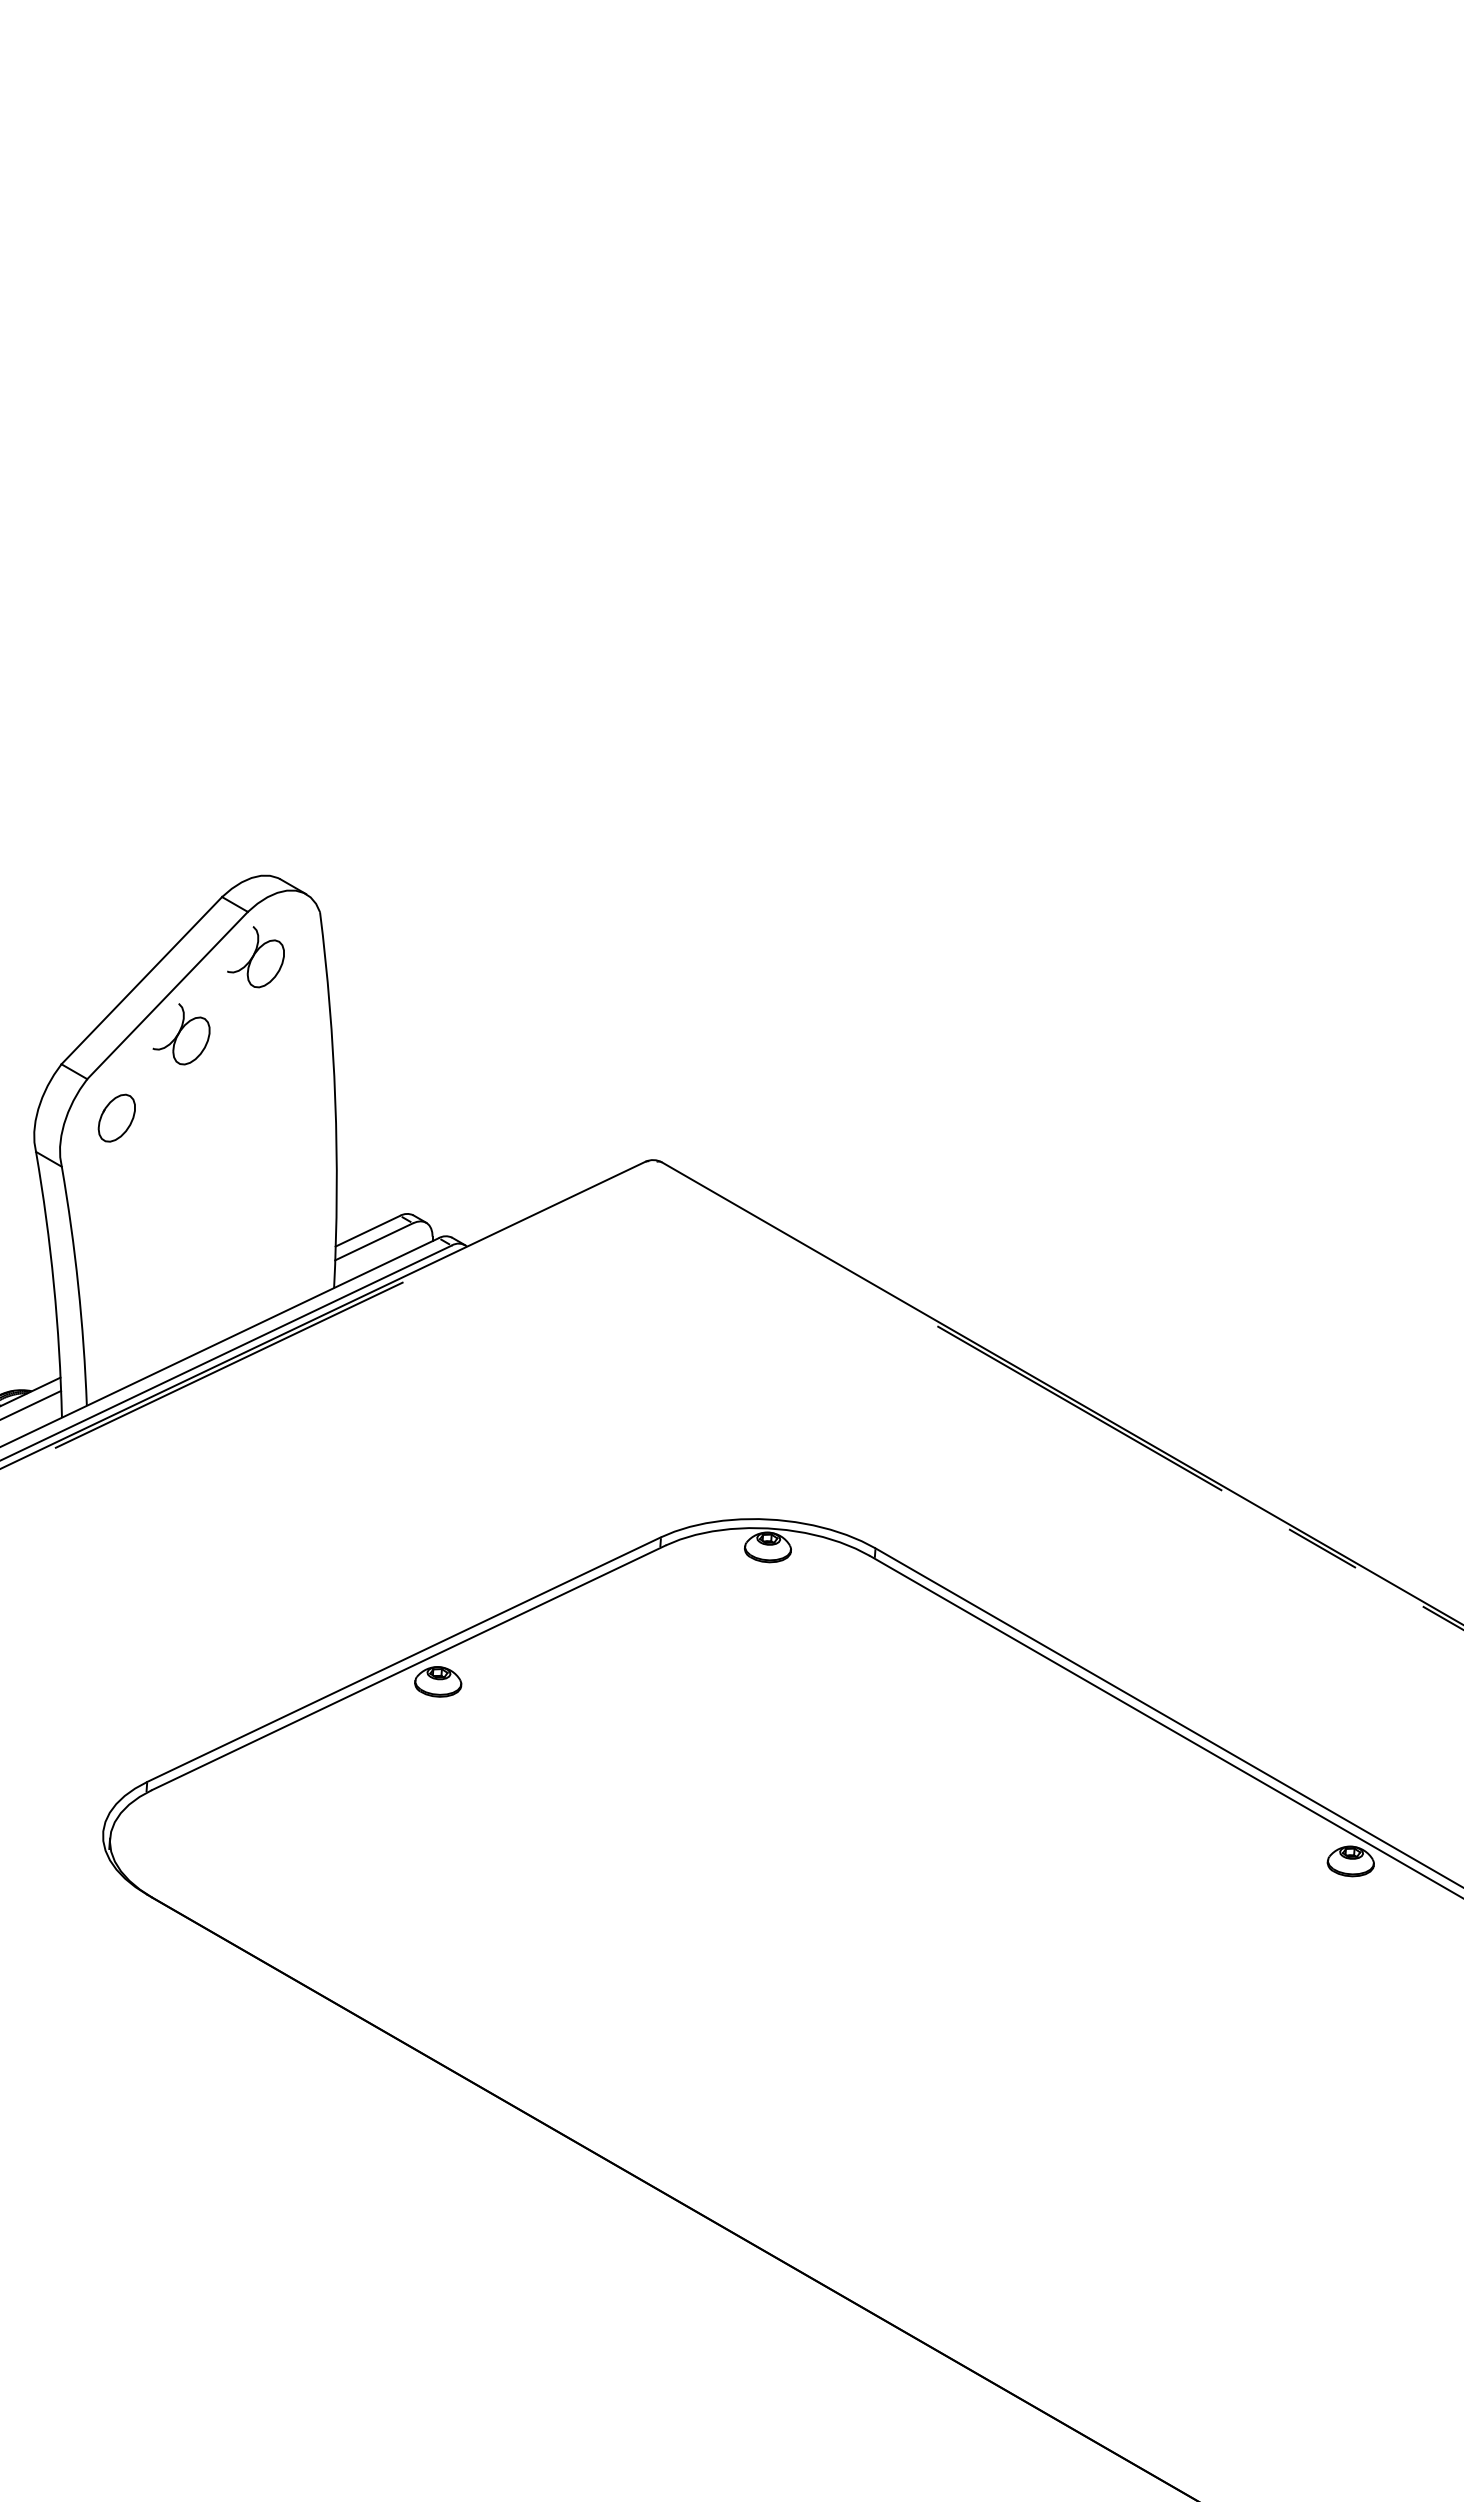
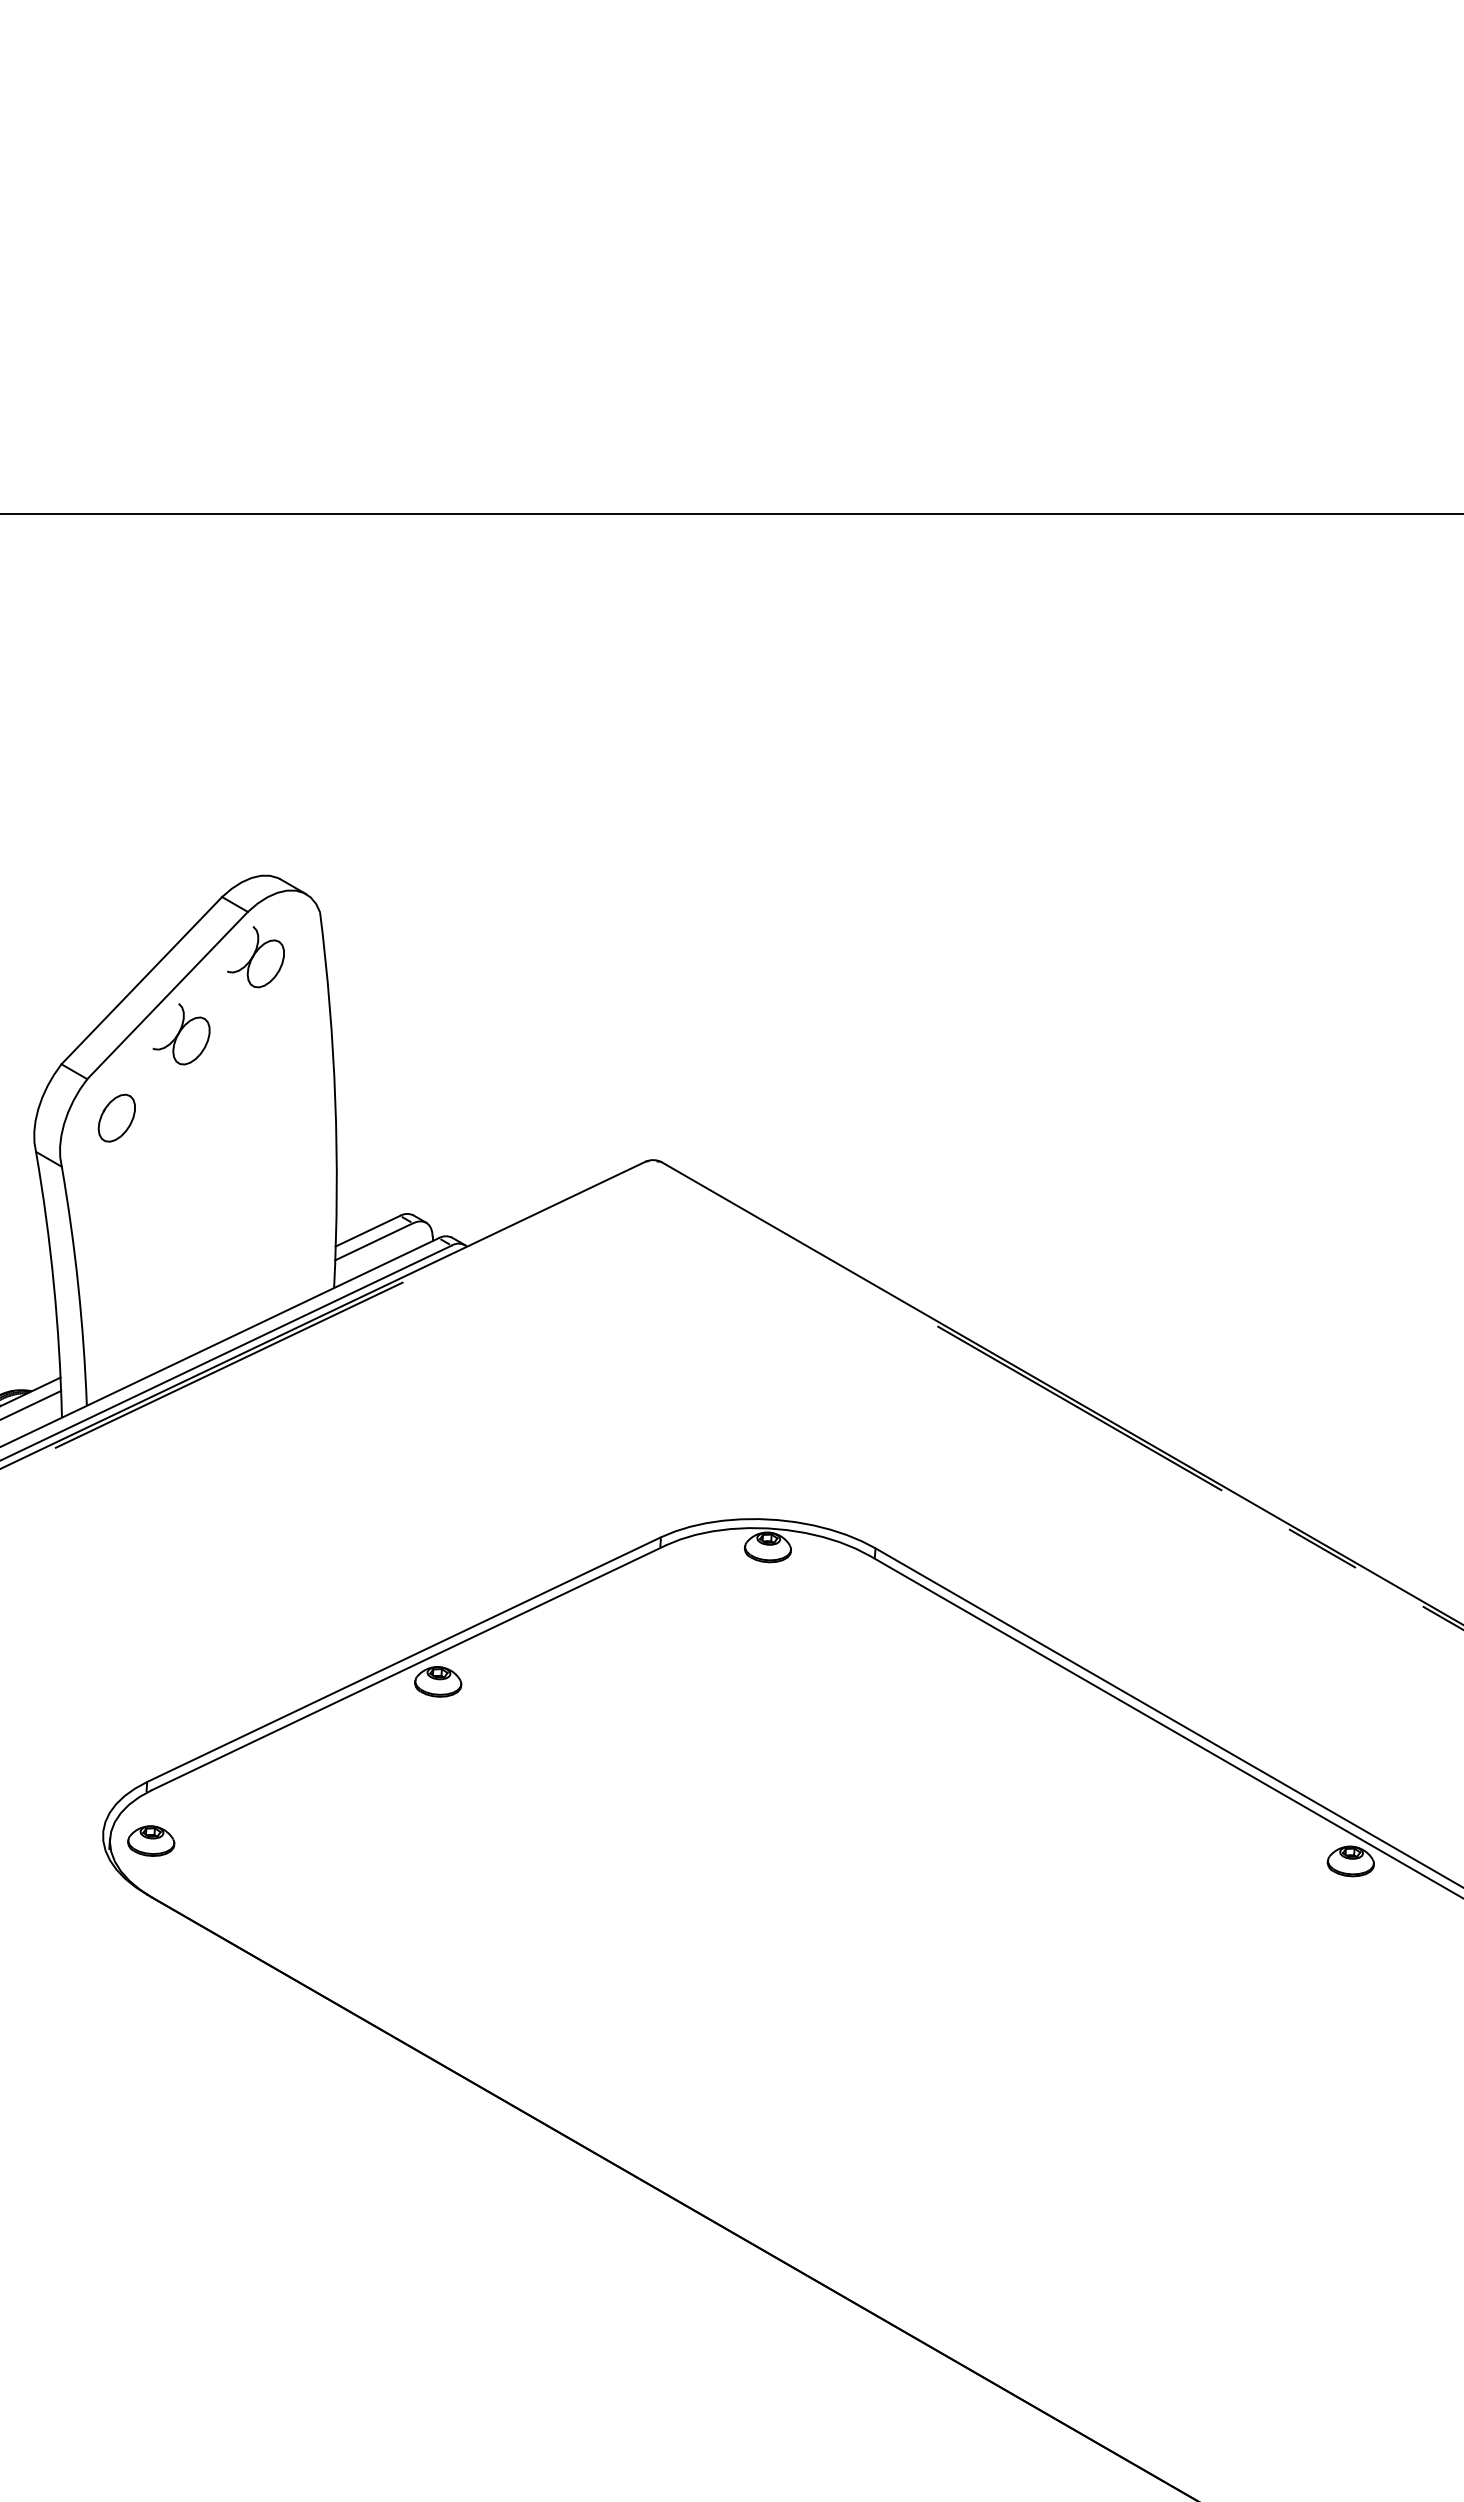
line at (731, 513): none -> present
part at (151, 1840): none -> present
